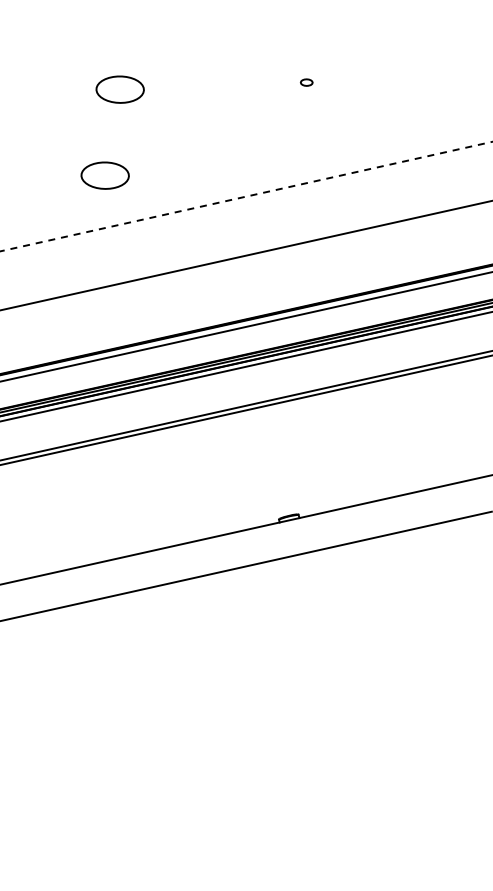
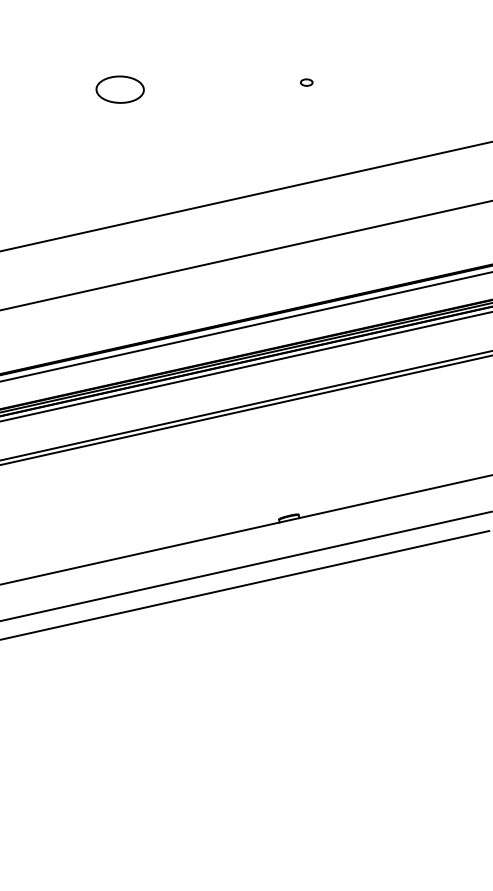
part at (104, 175): present -> none
line at (245, 196): dashed -> solid
line at (245, 585): none -> present
